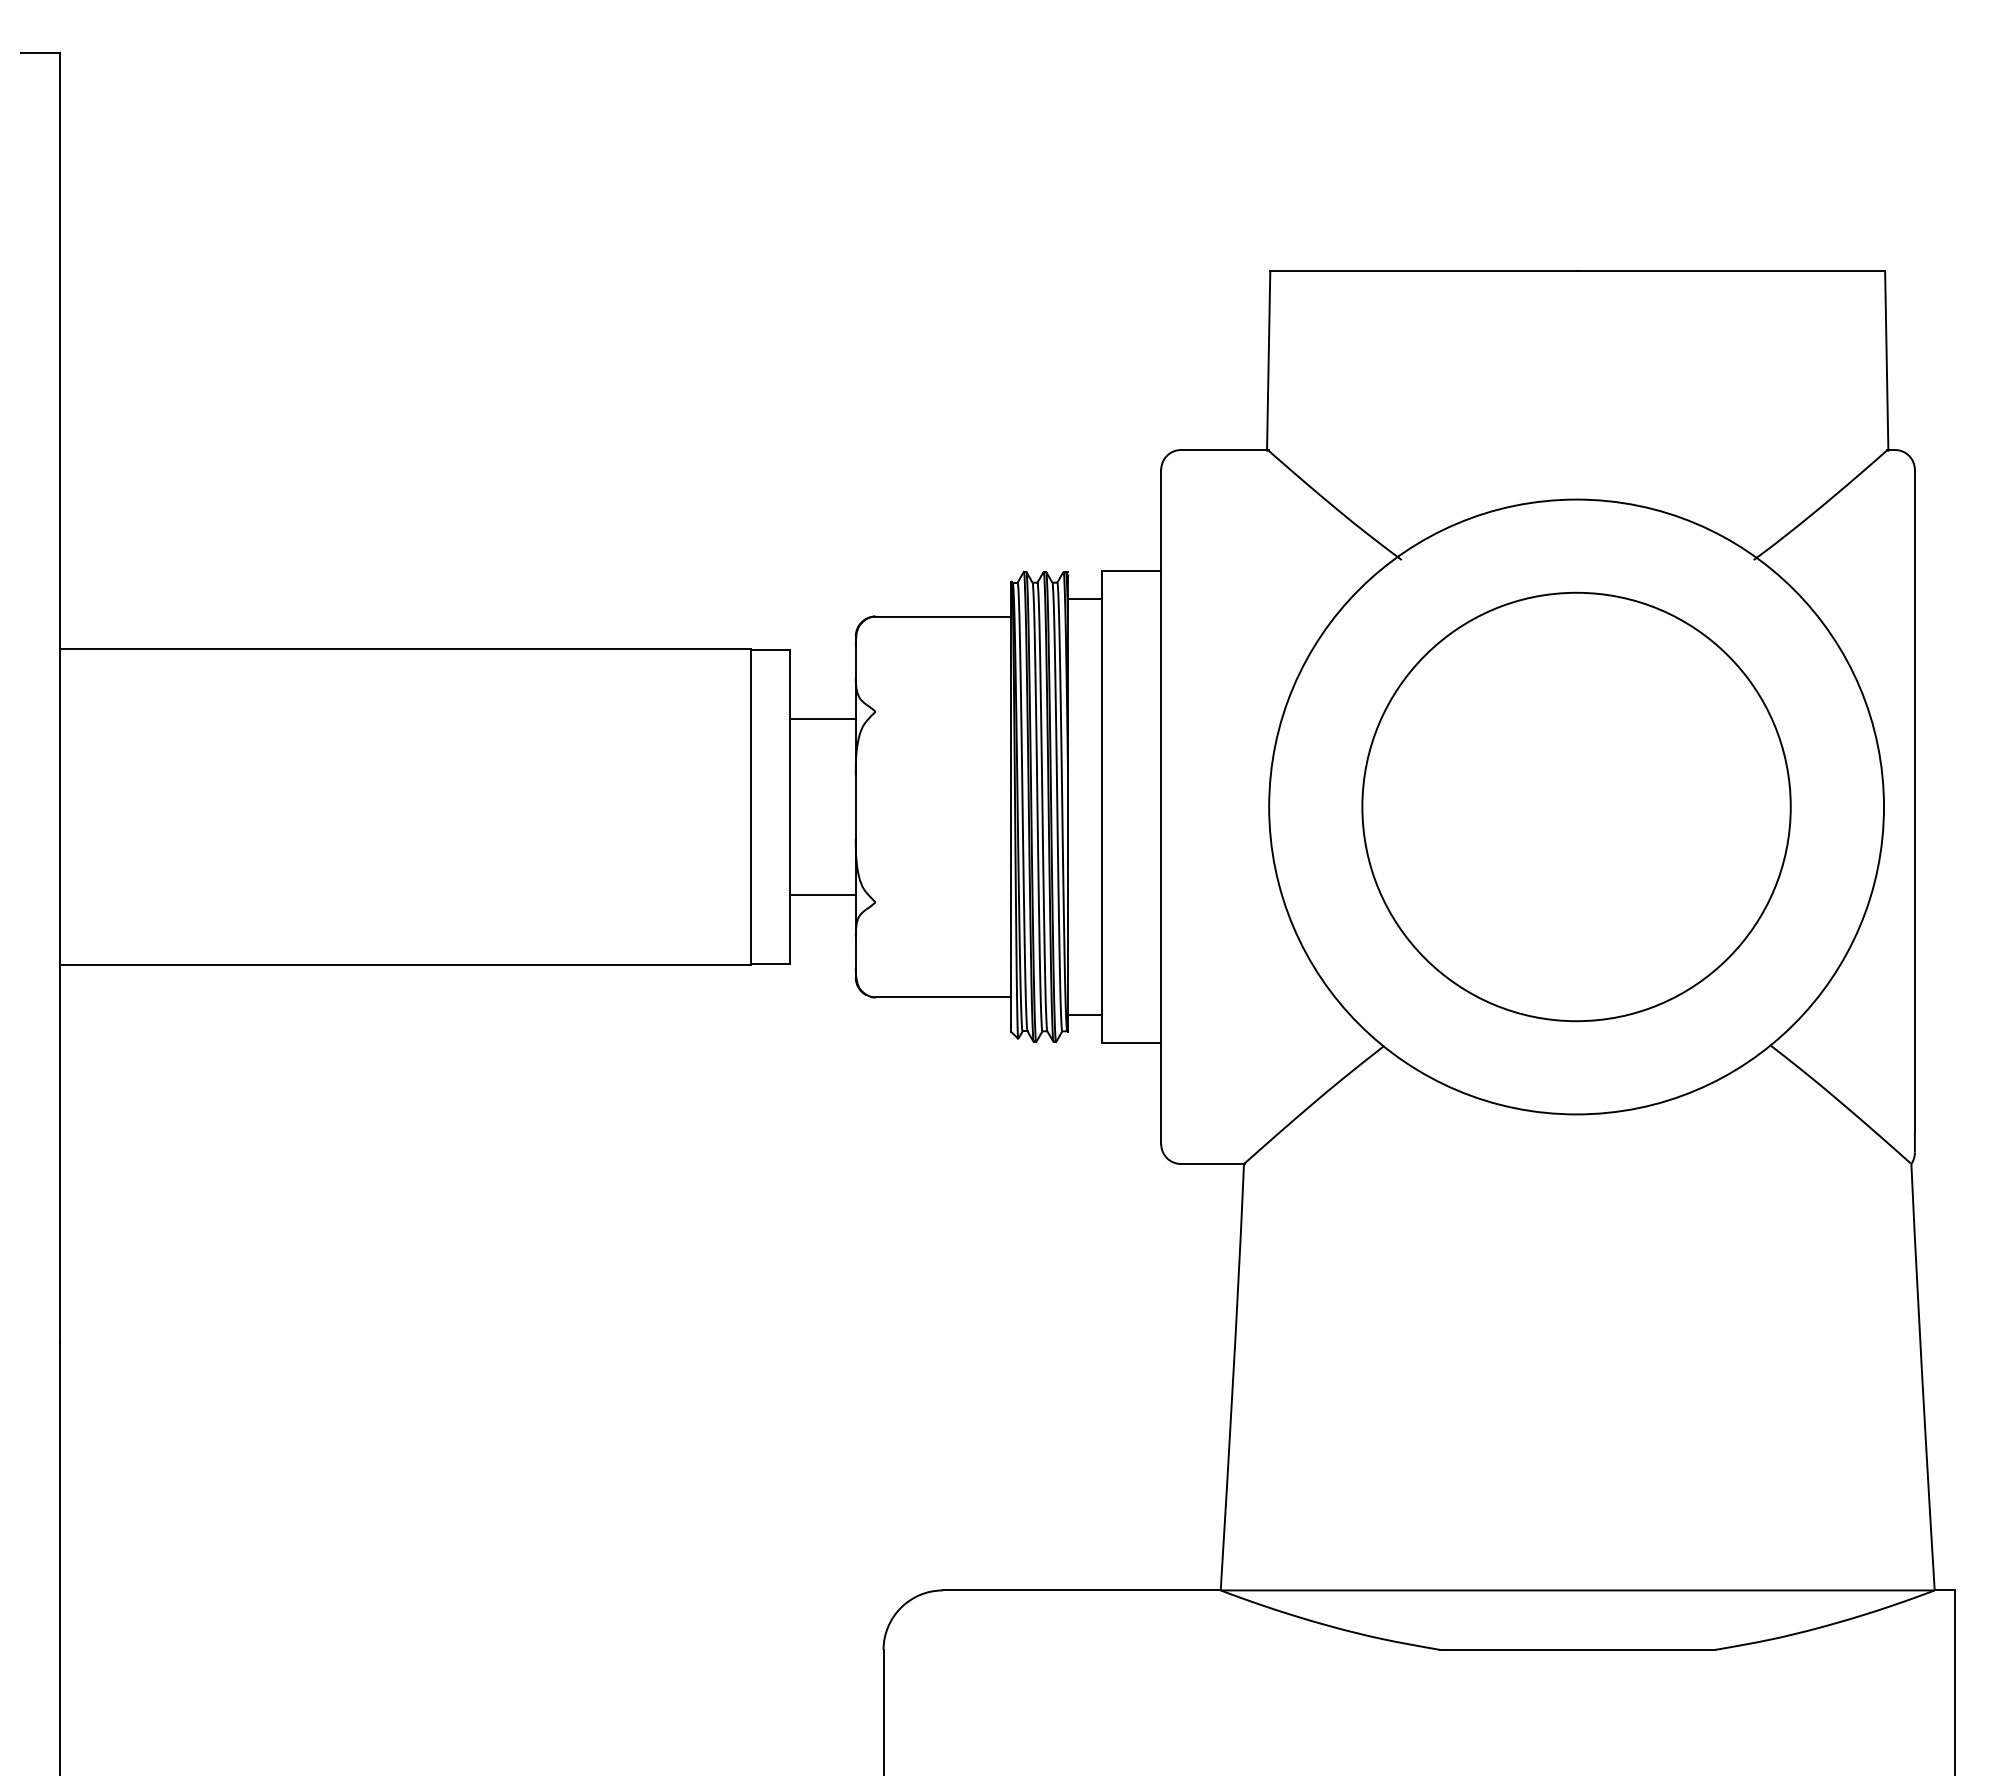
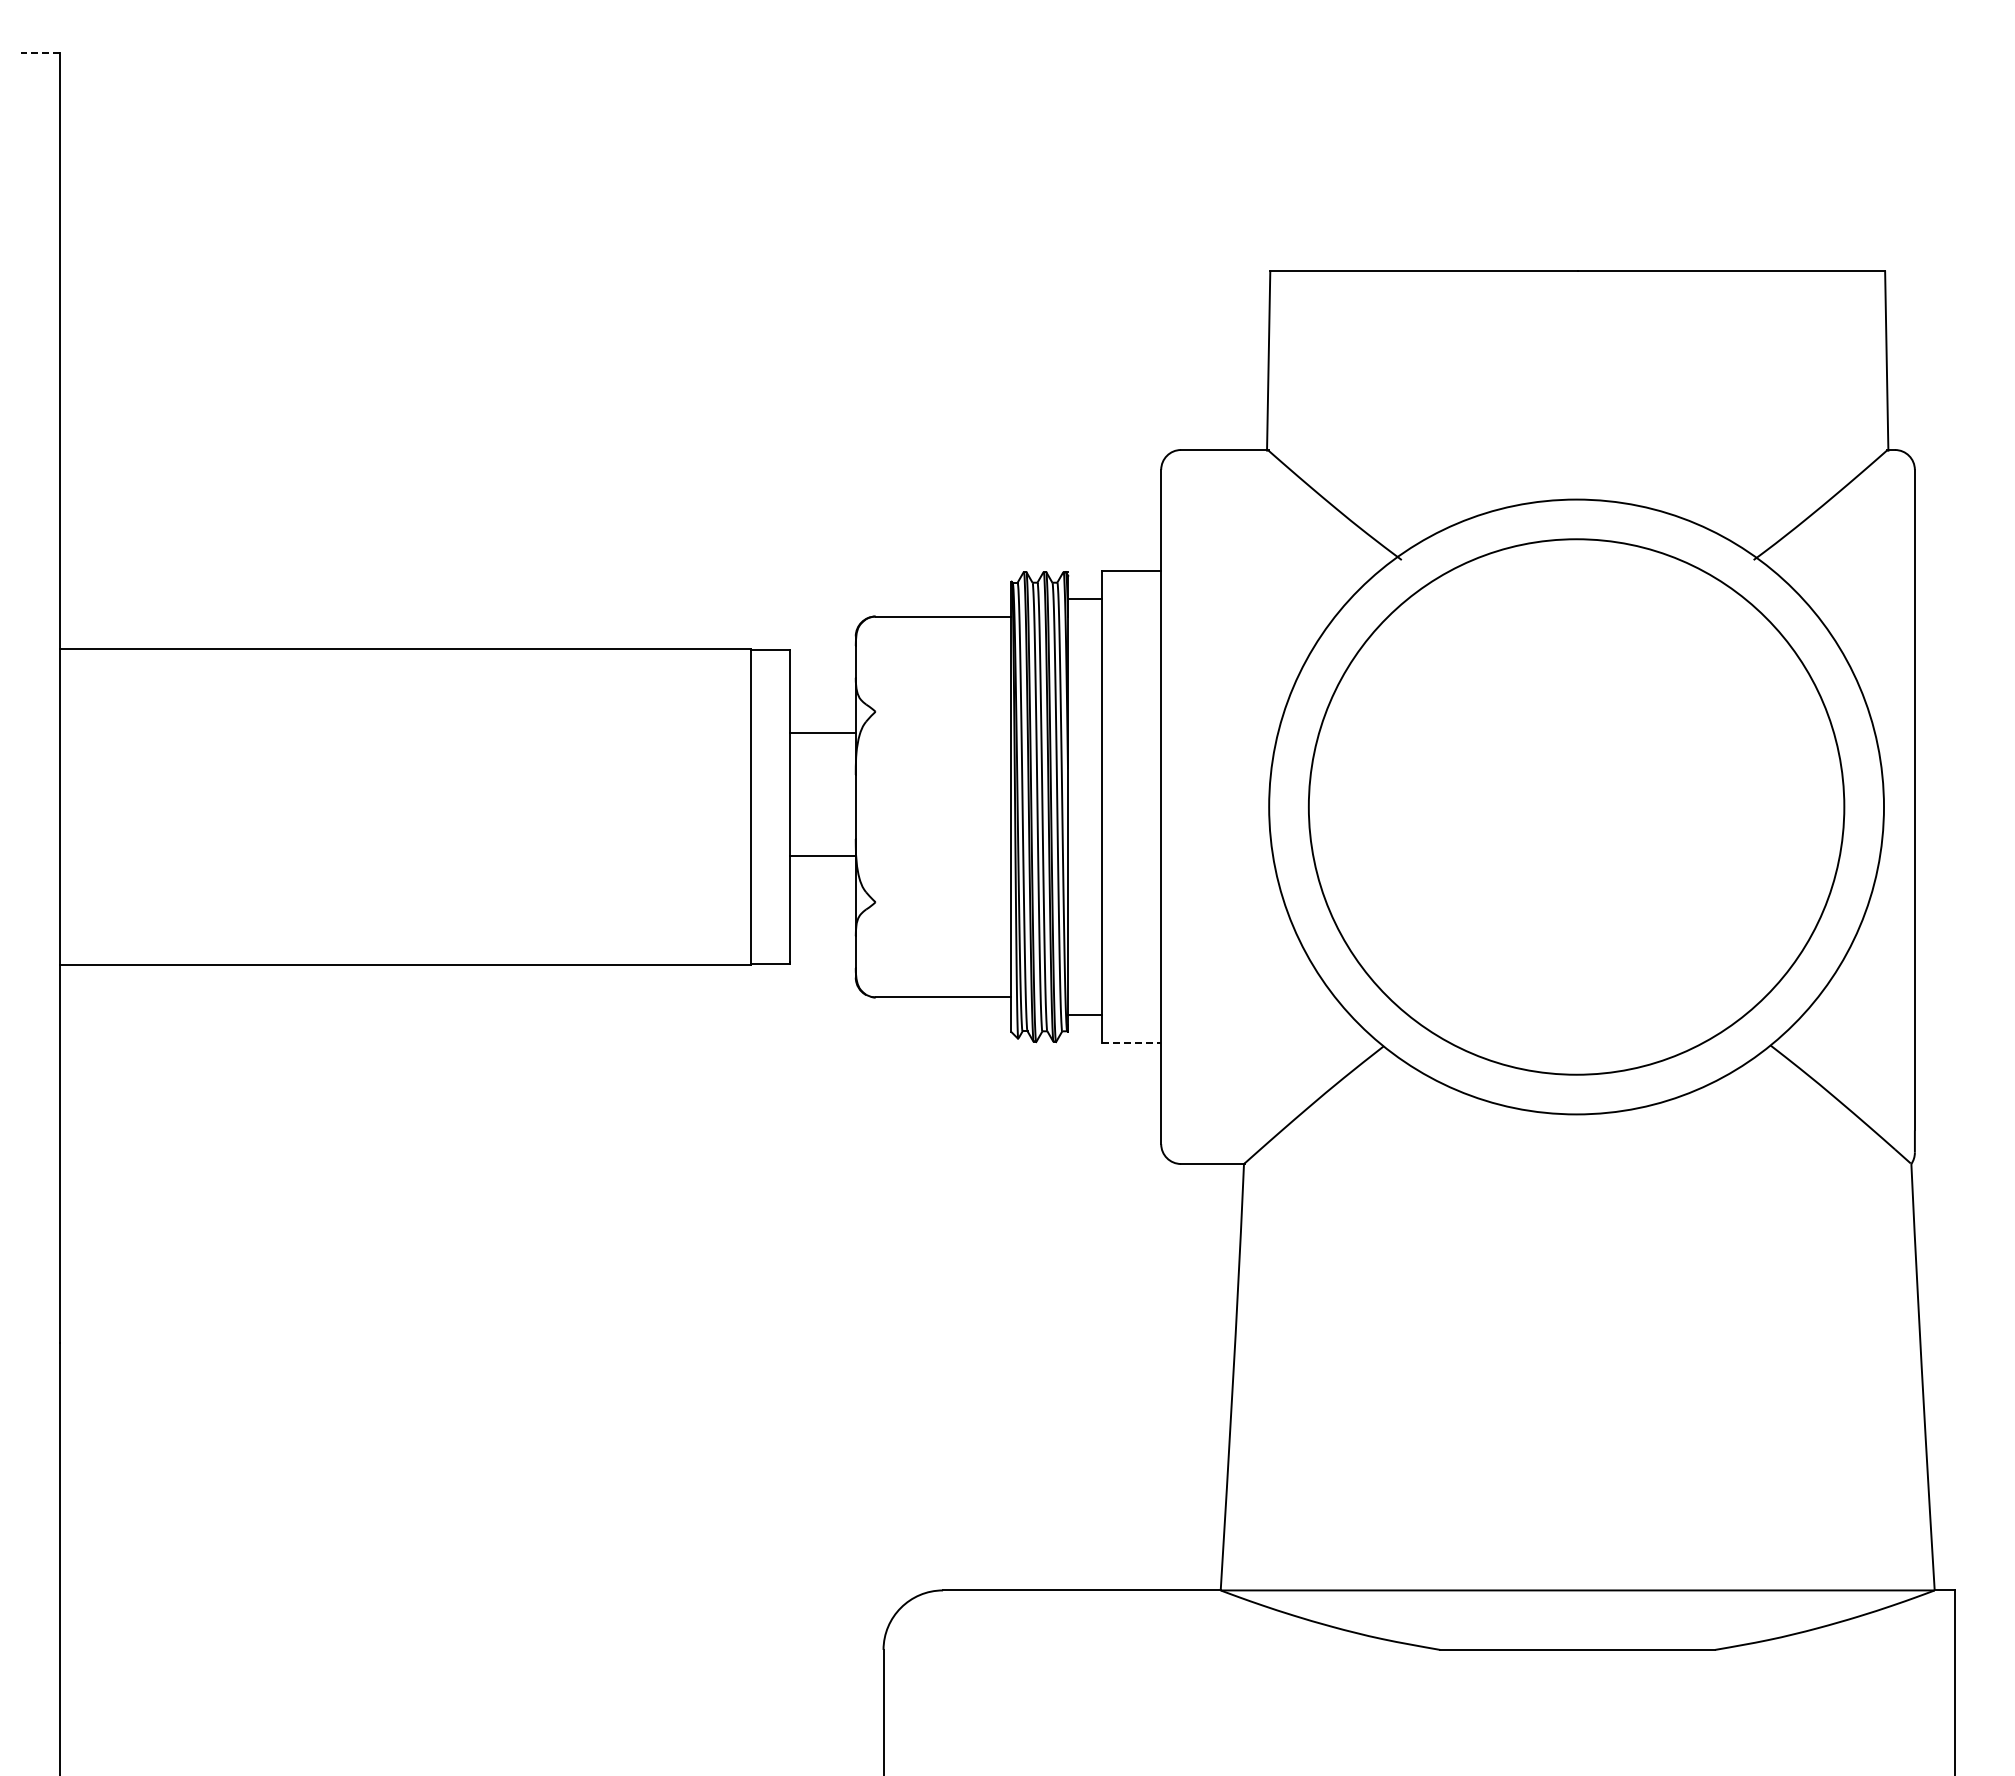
line at (40, 53): solid -> dashed
line at (822, 719) position: (822, 719) -> (822, 733)
circle at (1576, 806) diameter: 428 px -> 536 px
line at (822, 894) position: (822, 894) -> (822, 855)
line at (1131, 1043): solid -> dashed
